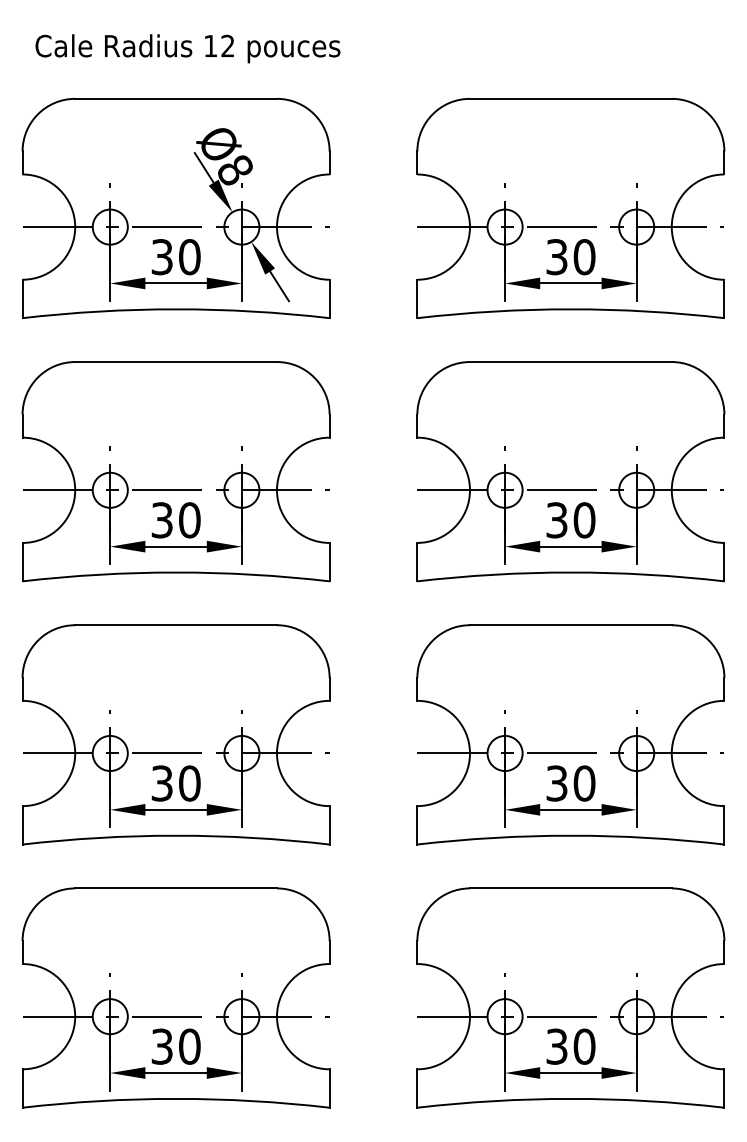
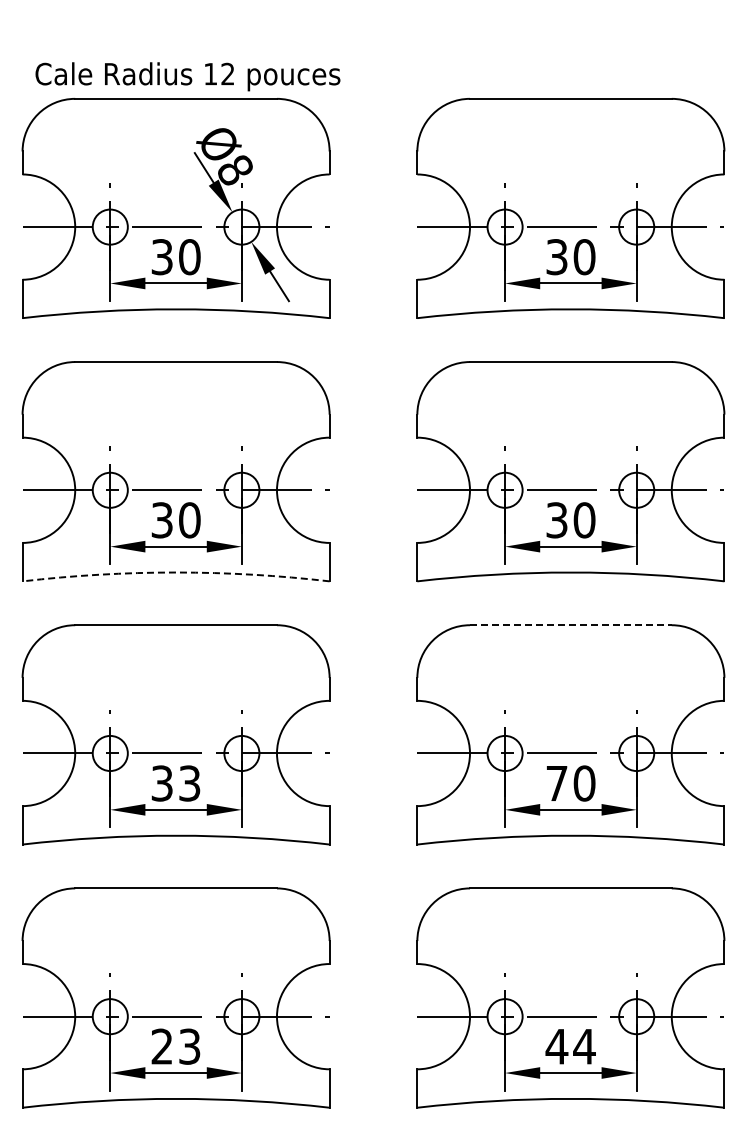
text at (187, 48) position: (187, 48) -> (187, 76)
arc at (176, 572): solid -> dashed
line at (570, 625): solid -> dashed
text at (189, 783): 30 -> 33
text at (556, 783): 30 -> 70
text at (175, 1046): 30 -> 23
text at (570, 1046): 30 -> 44
